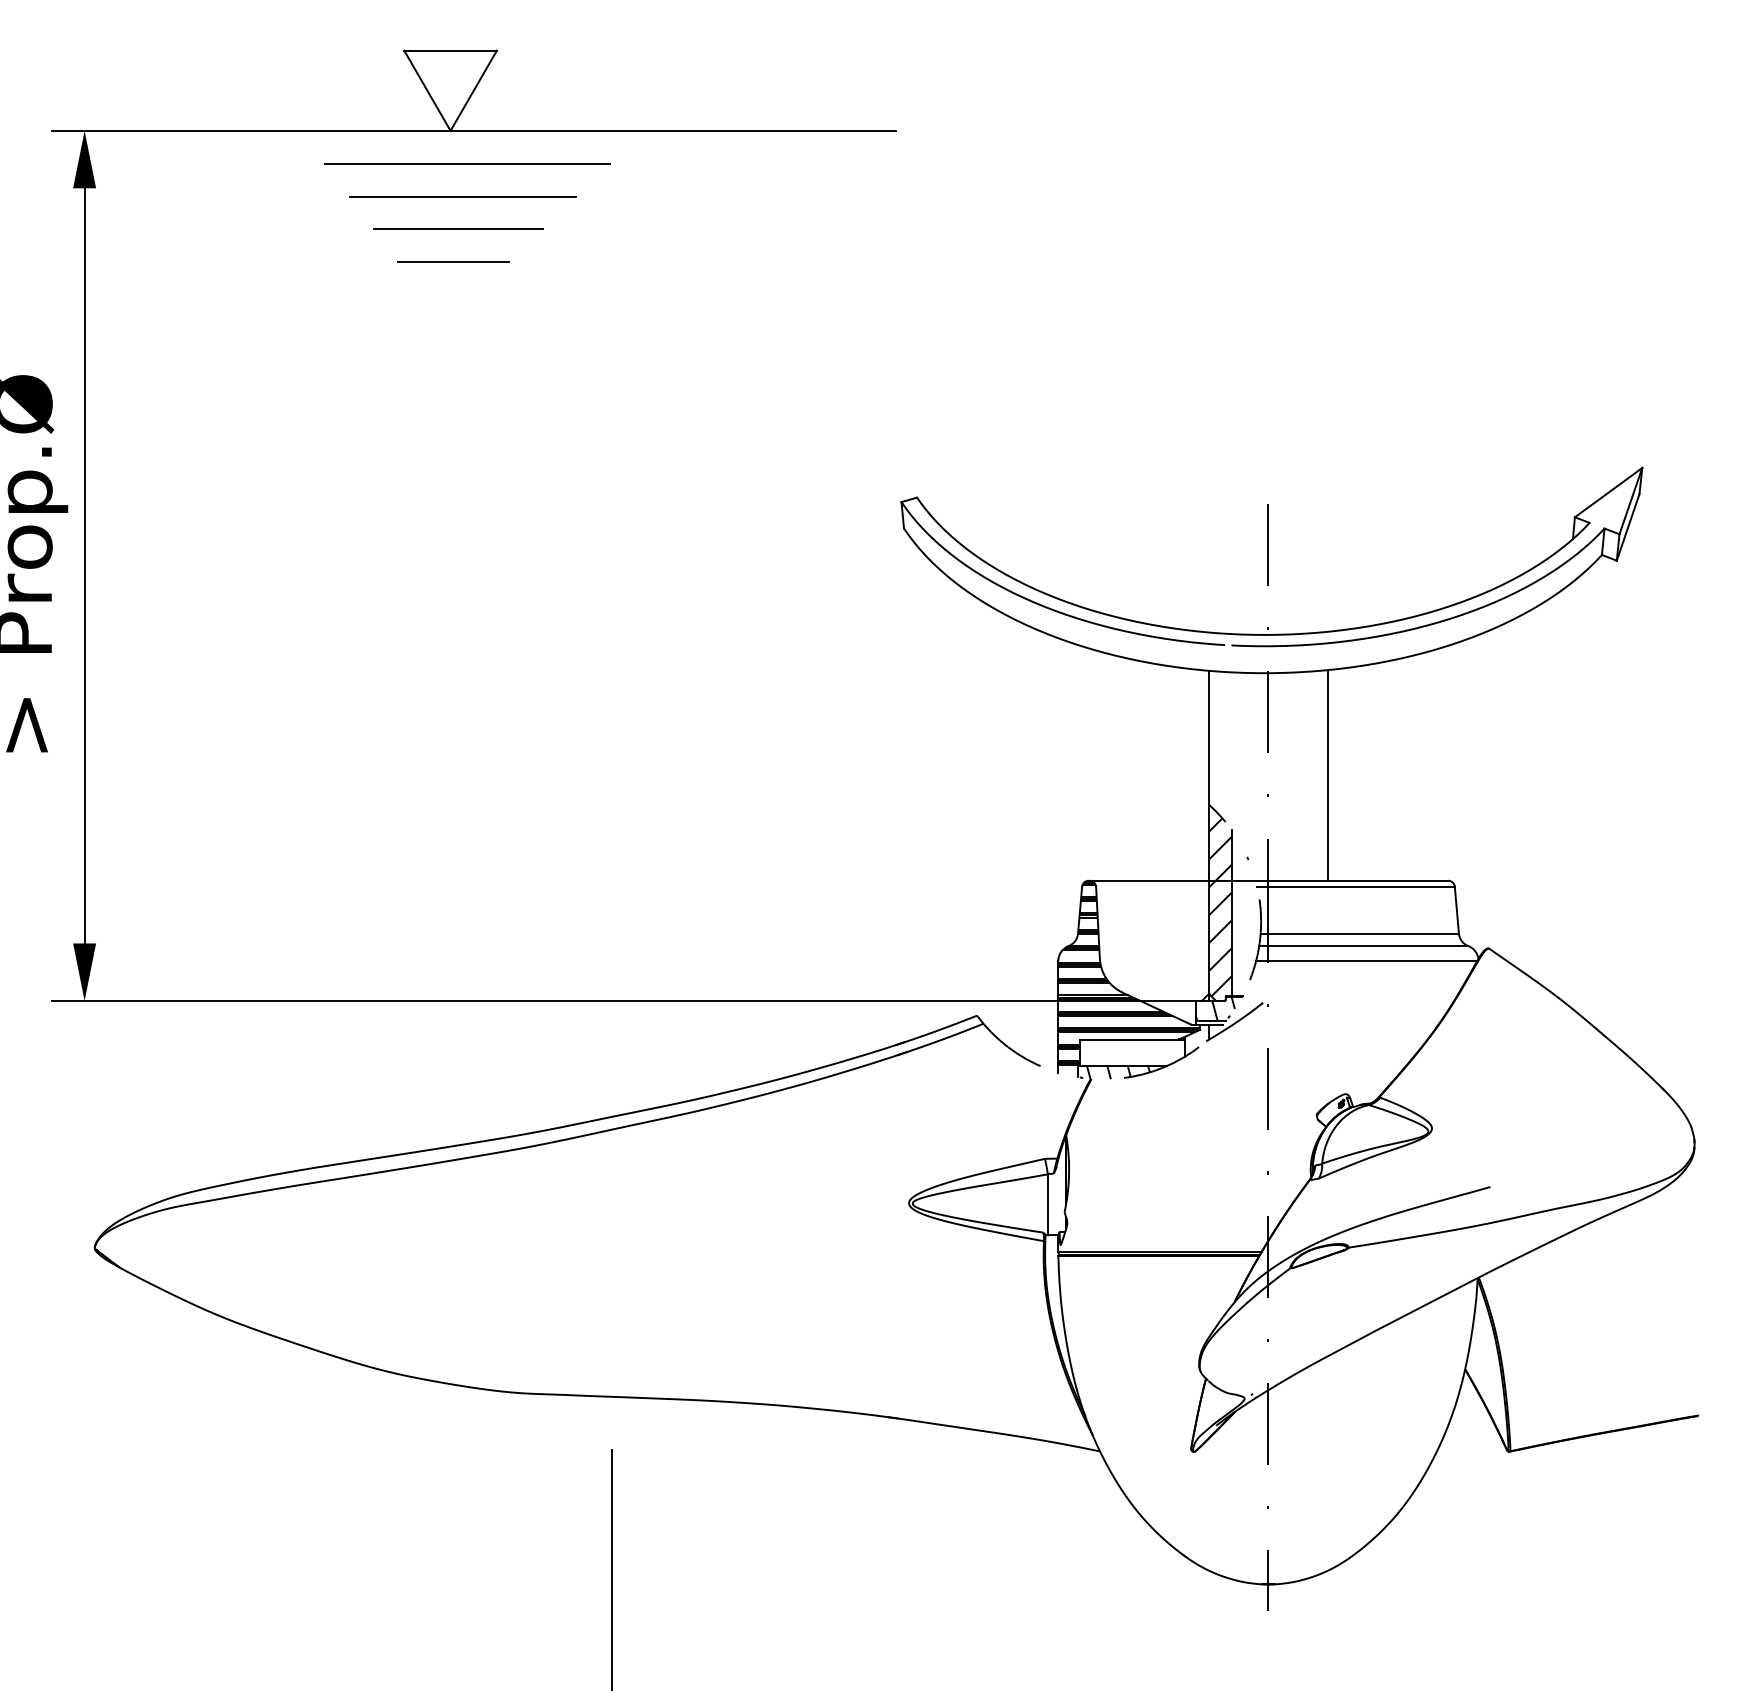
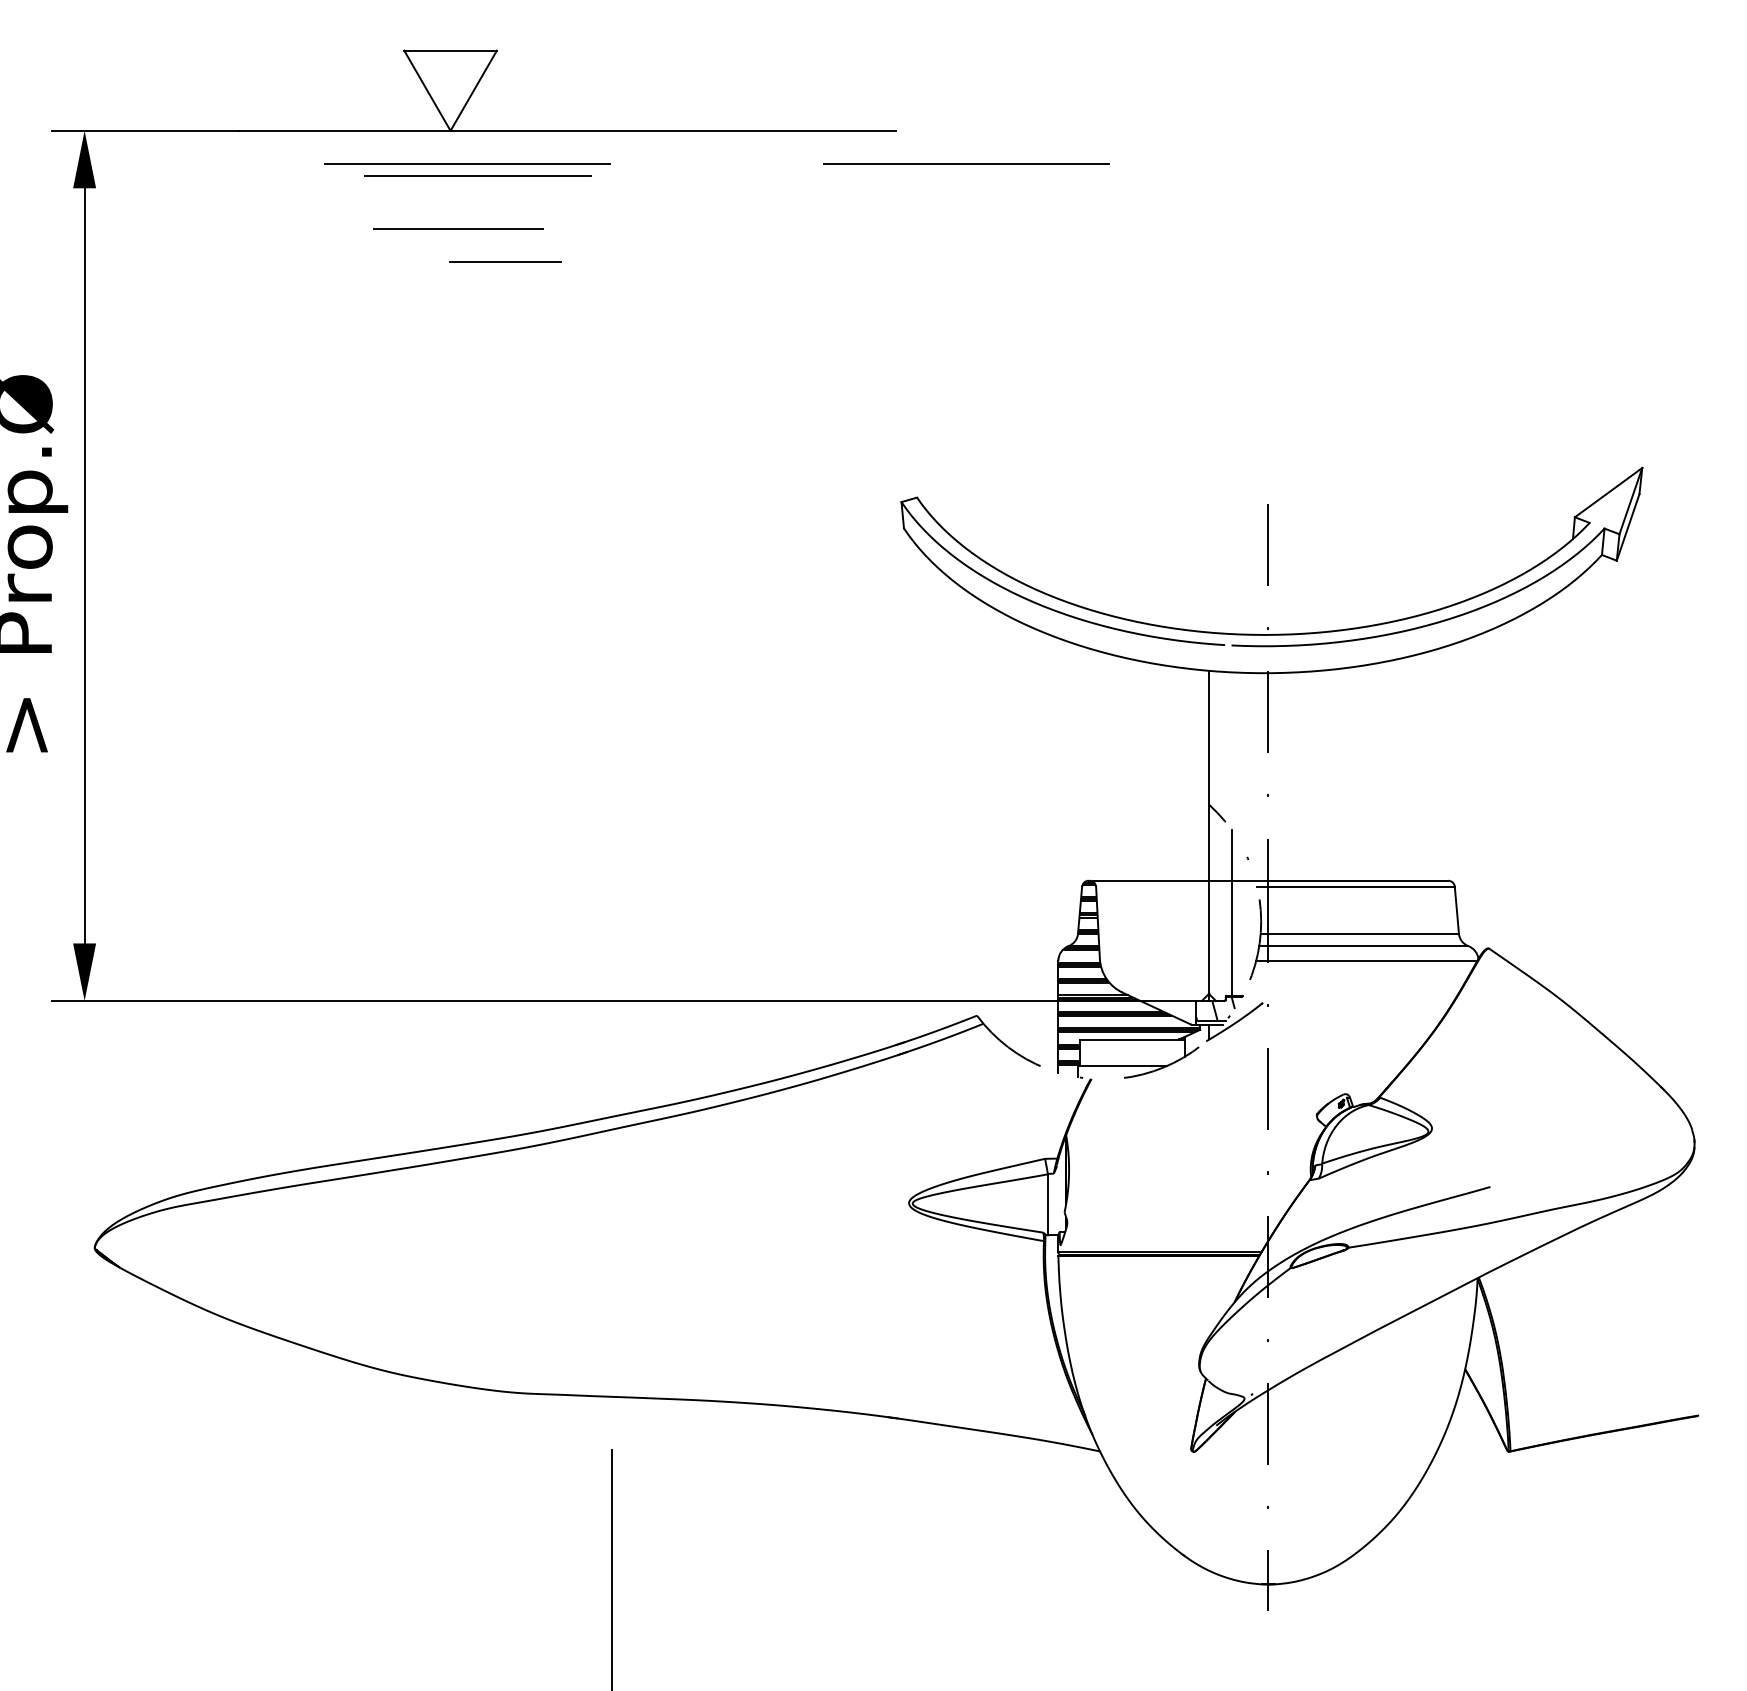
line at (966, 163): none -> present
line at (462, 196) position: (462, 196) -> (477, 175)
line at (453, 261) position: (453, 261) -> (505, 261)
line at (1327, 775): present -> none
hatch at (1220, 907): present -> none
hatch at (1117, 1072): present -> none
